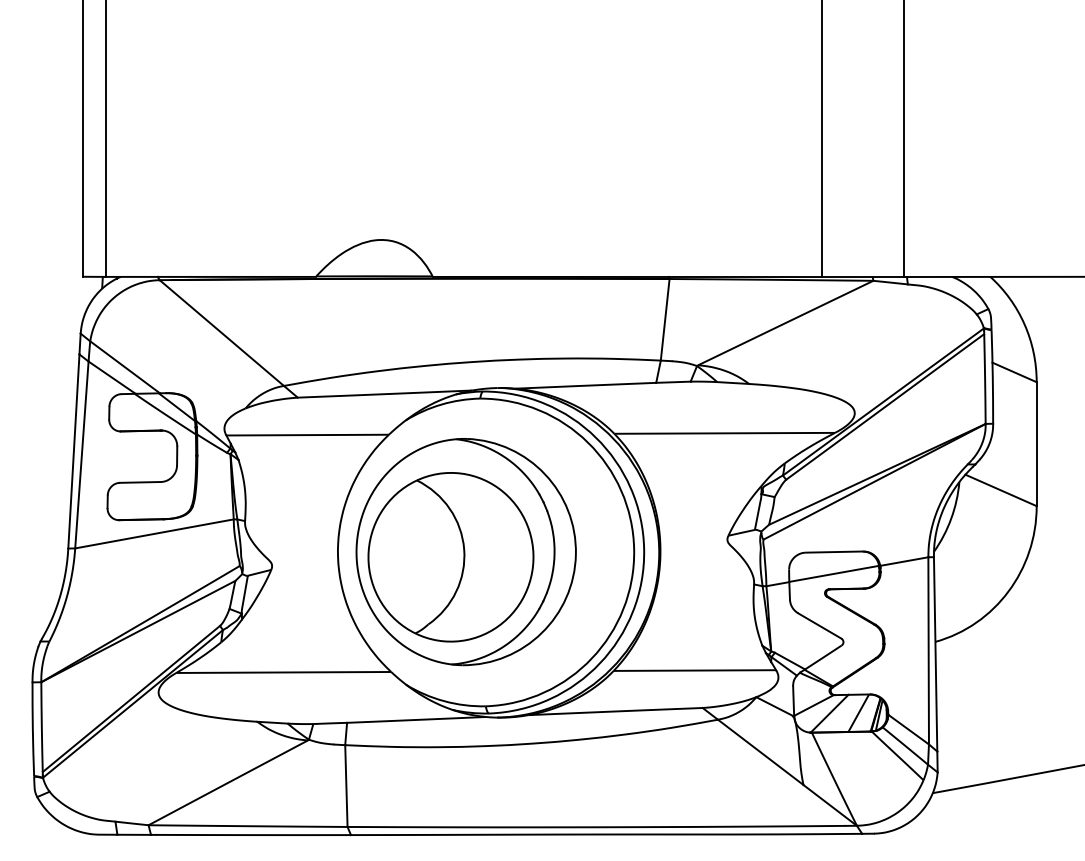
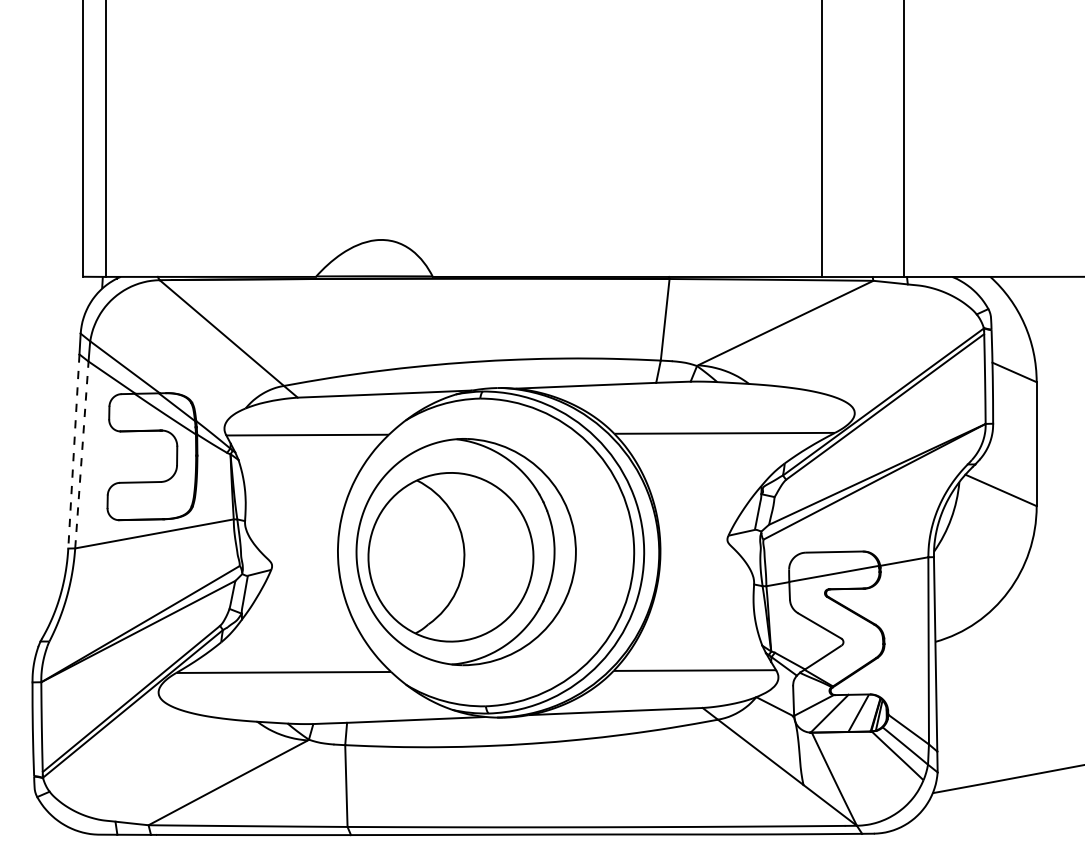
line at (73, 451): solid -> dashed
line at (81, 454): solid -> dashed
